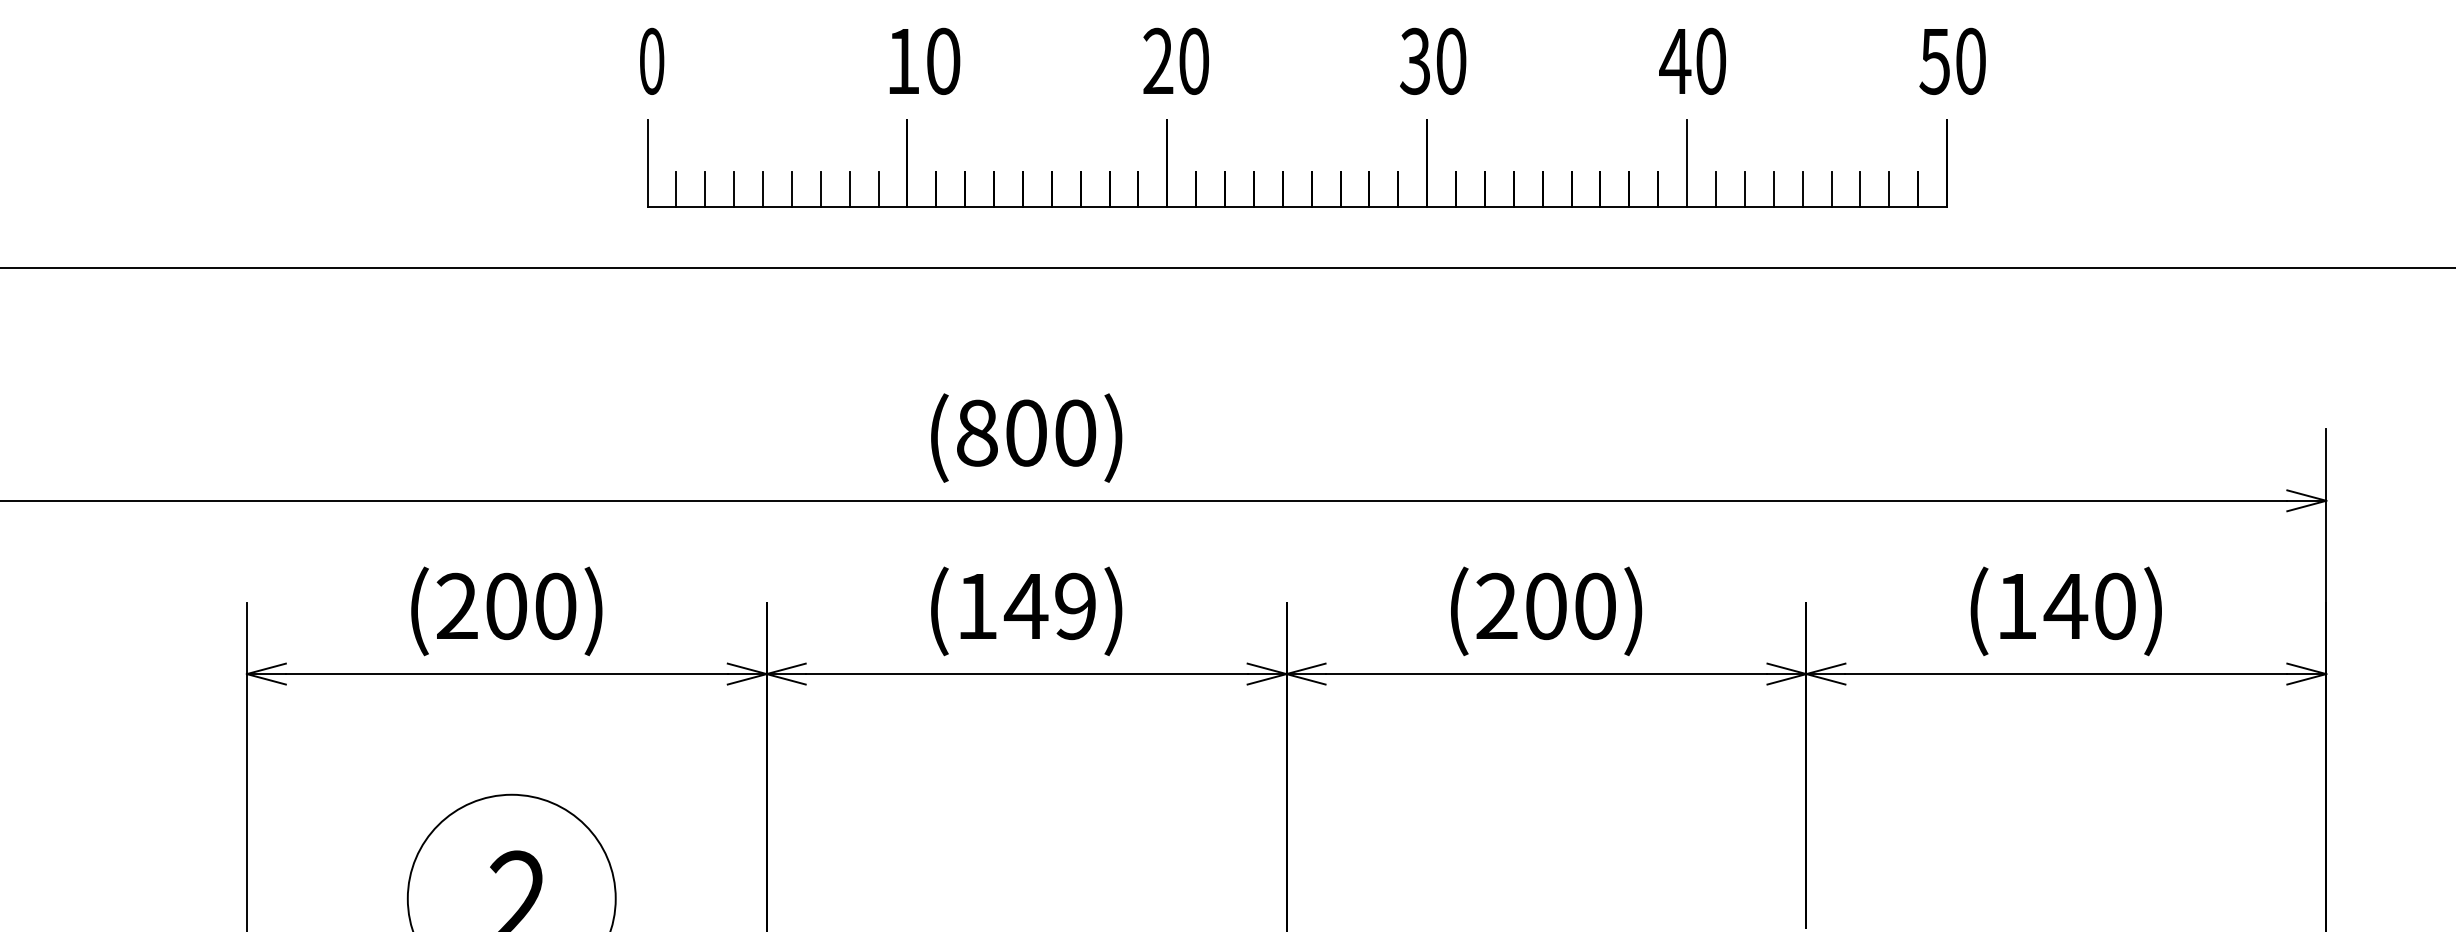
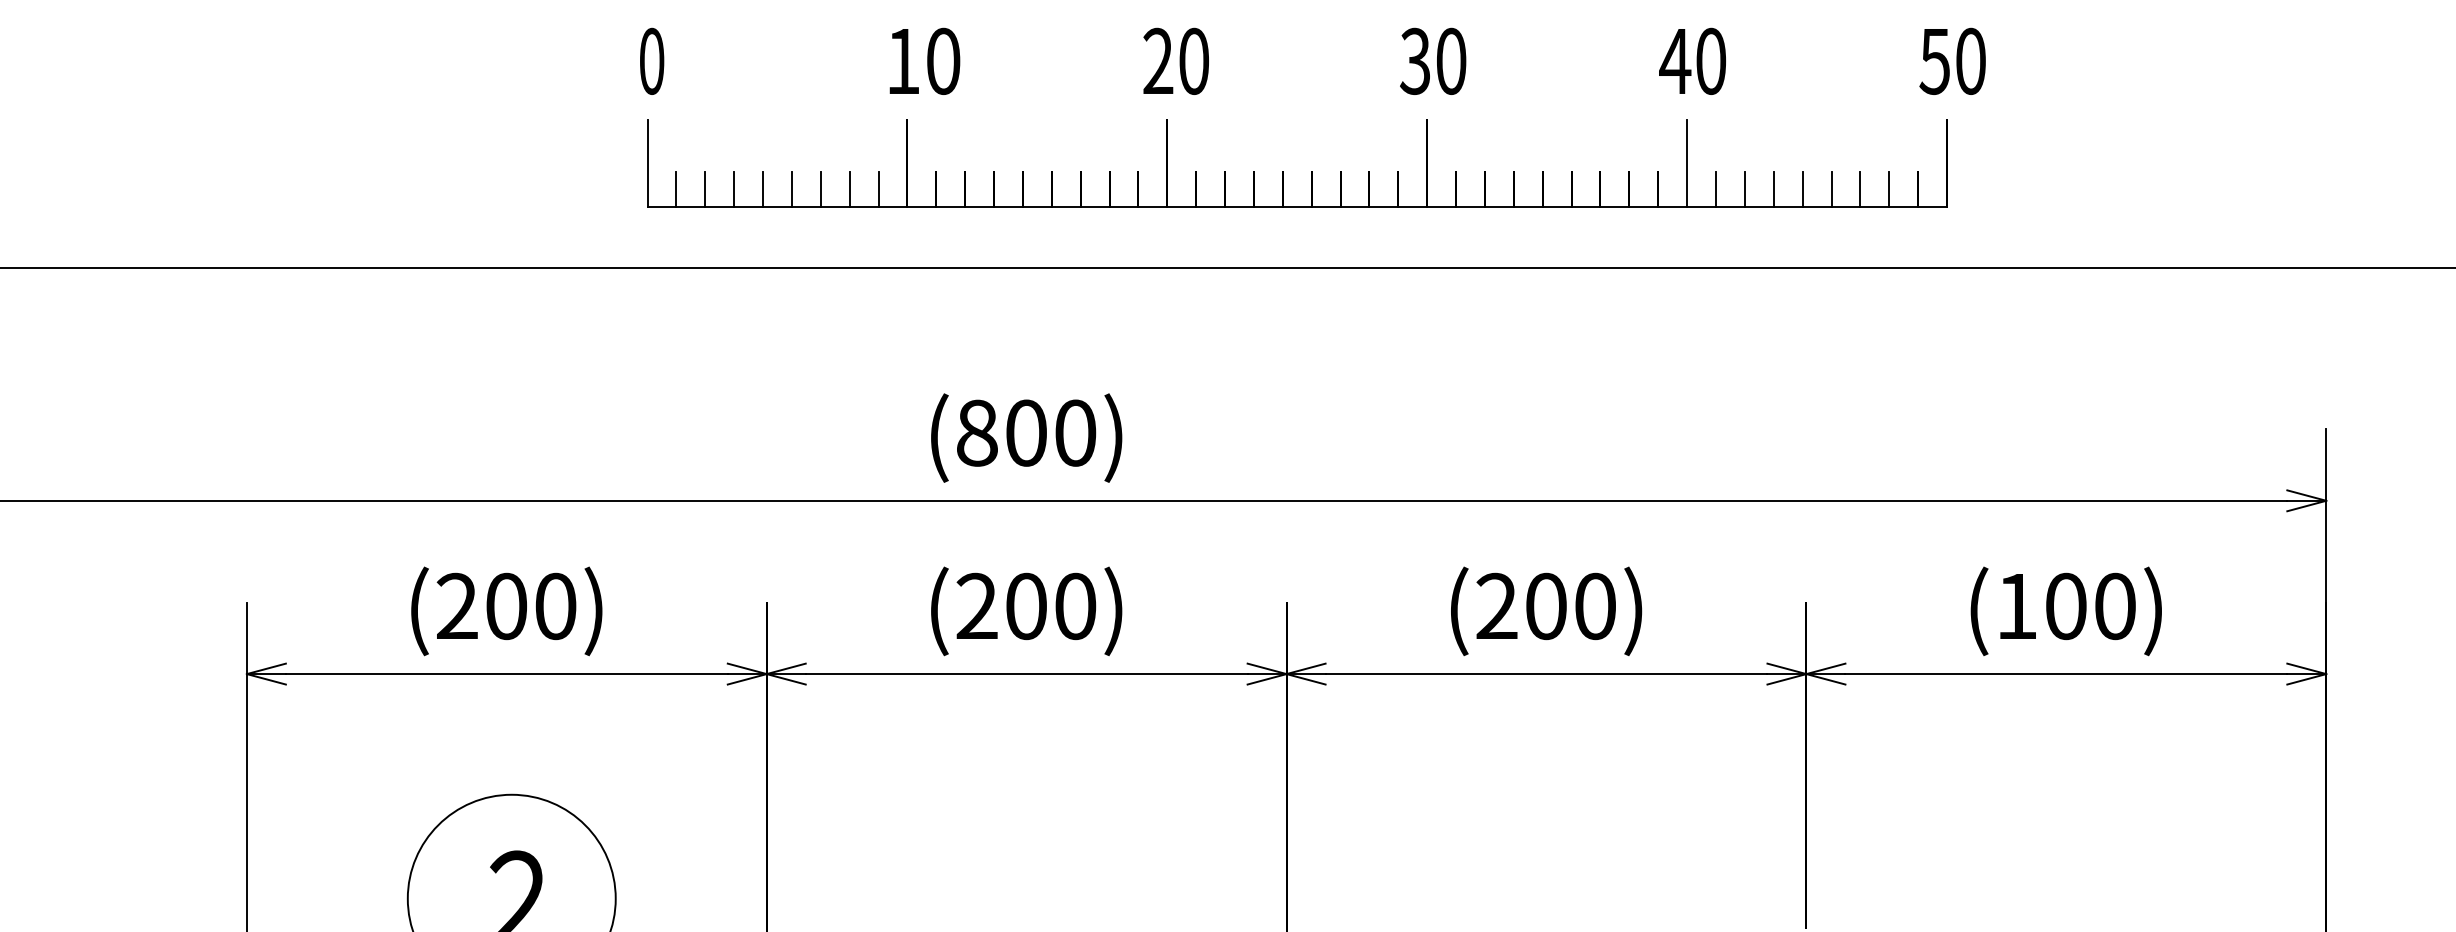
text at (1026, 606): (149) -> (200)
text at (2065, 606): (140) -> (100)
